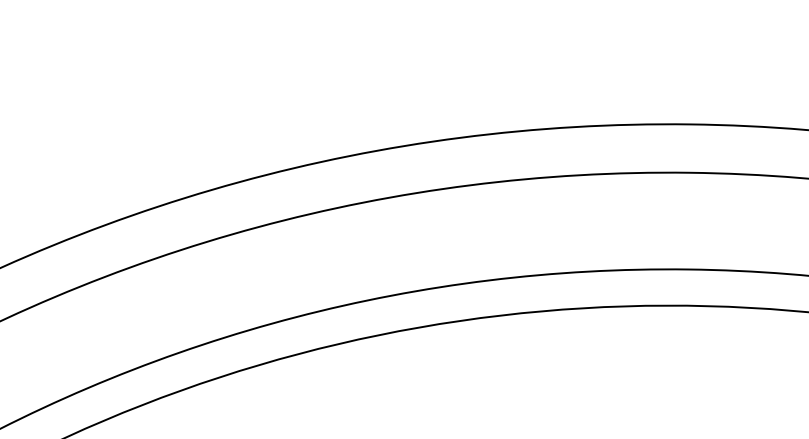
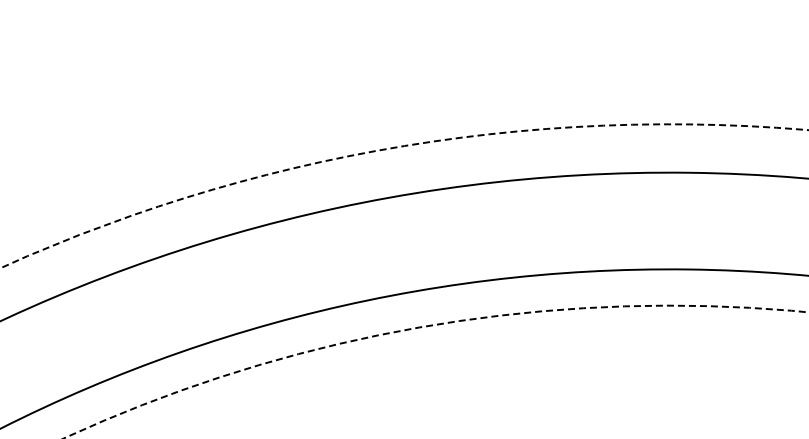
arc at (393, 148): solid -> dashed
arc at (424, 326): solid -> dashed
